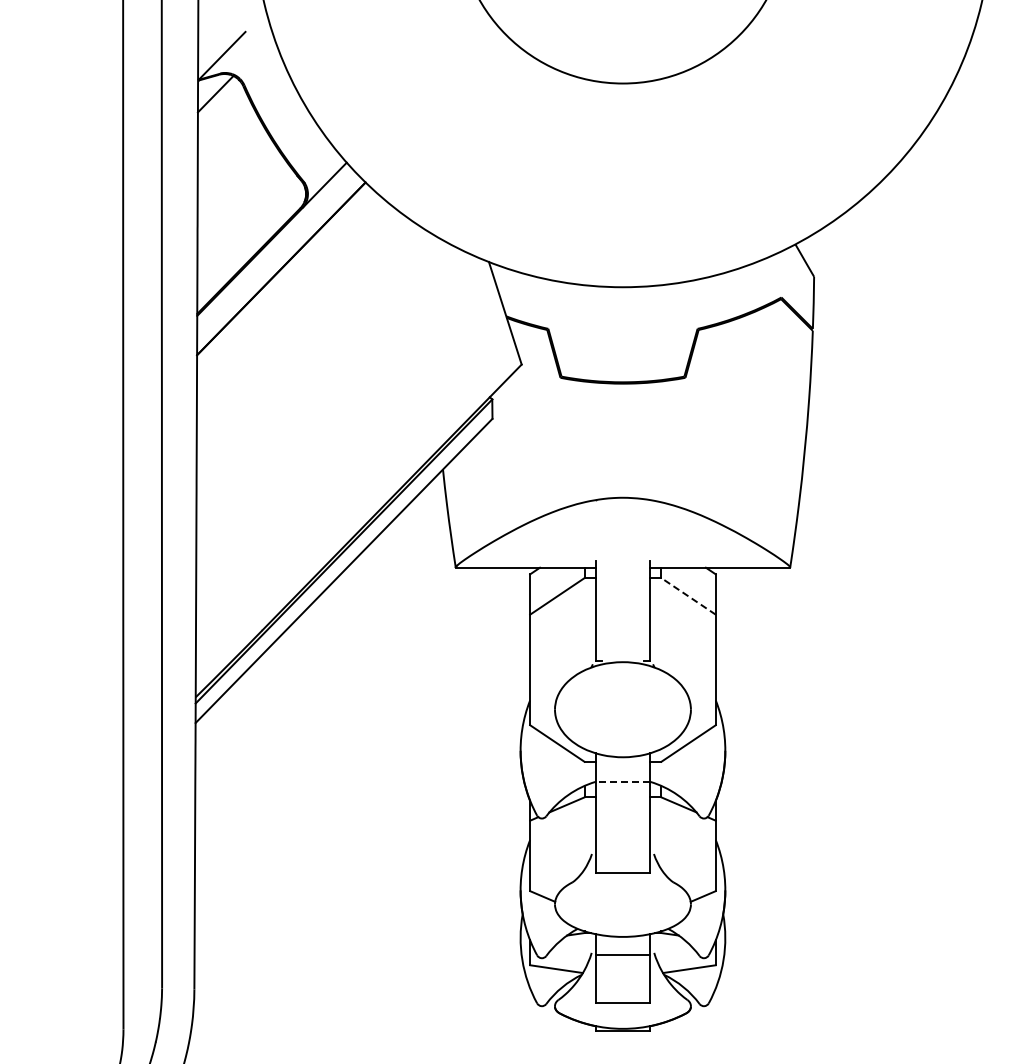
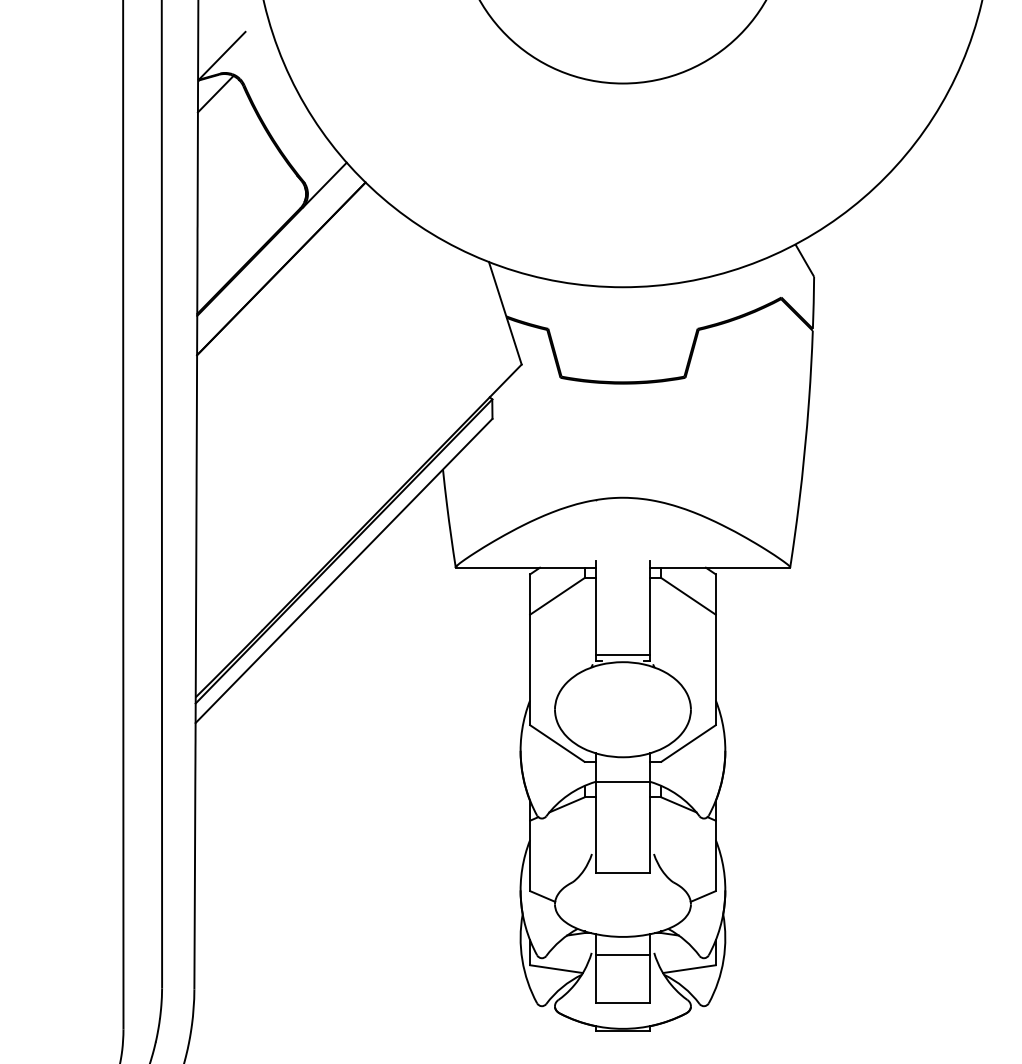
line at (688, 596): dashed -> solid
line at (622, 654): none -> present
line at (622, 781): dashed -> solid
